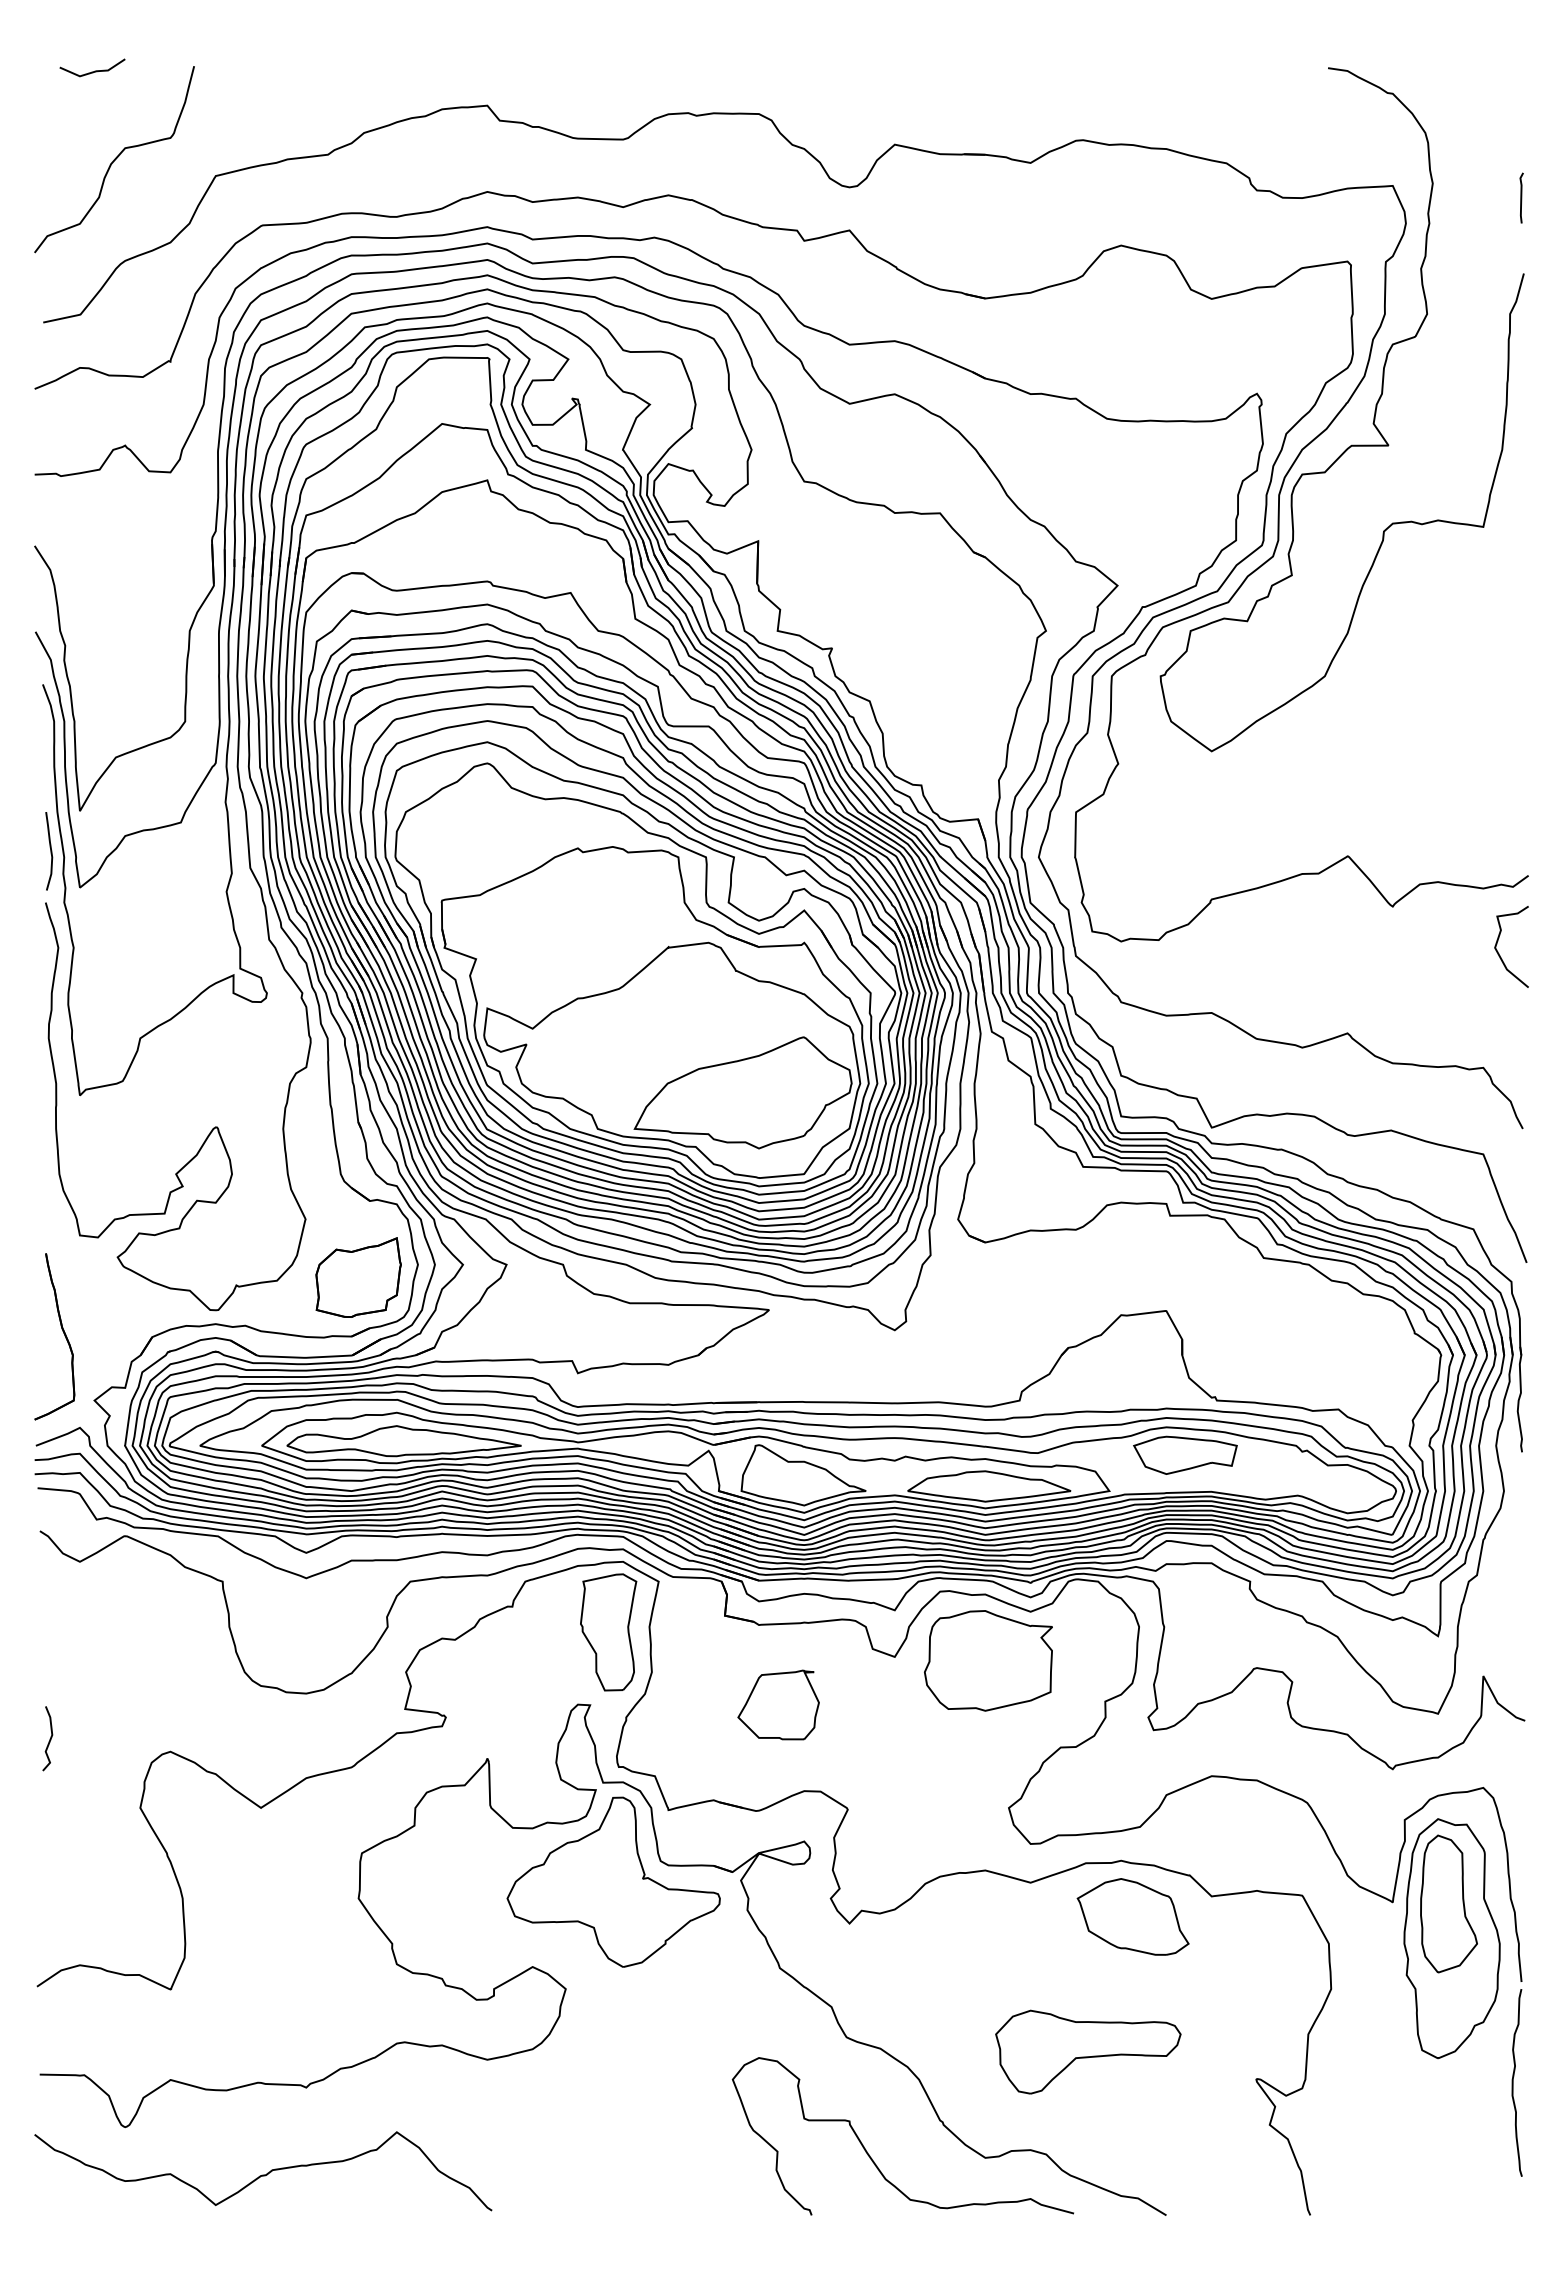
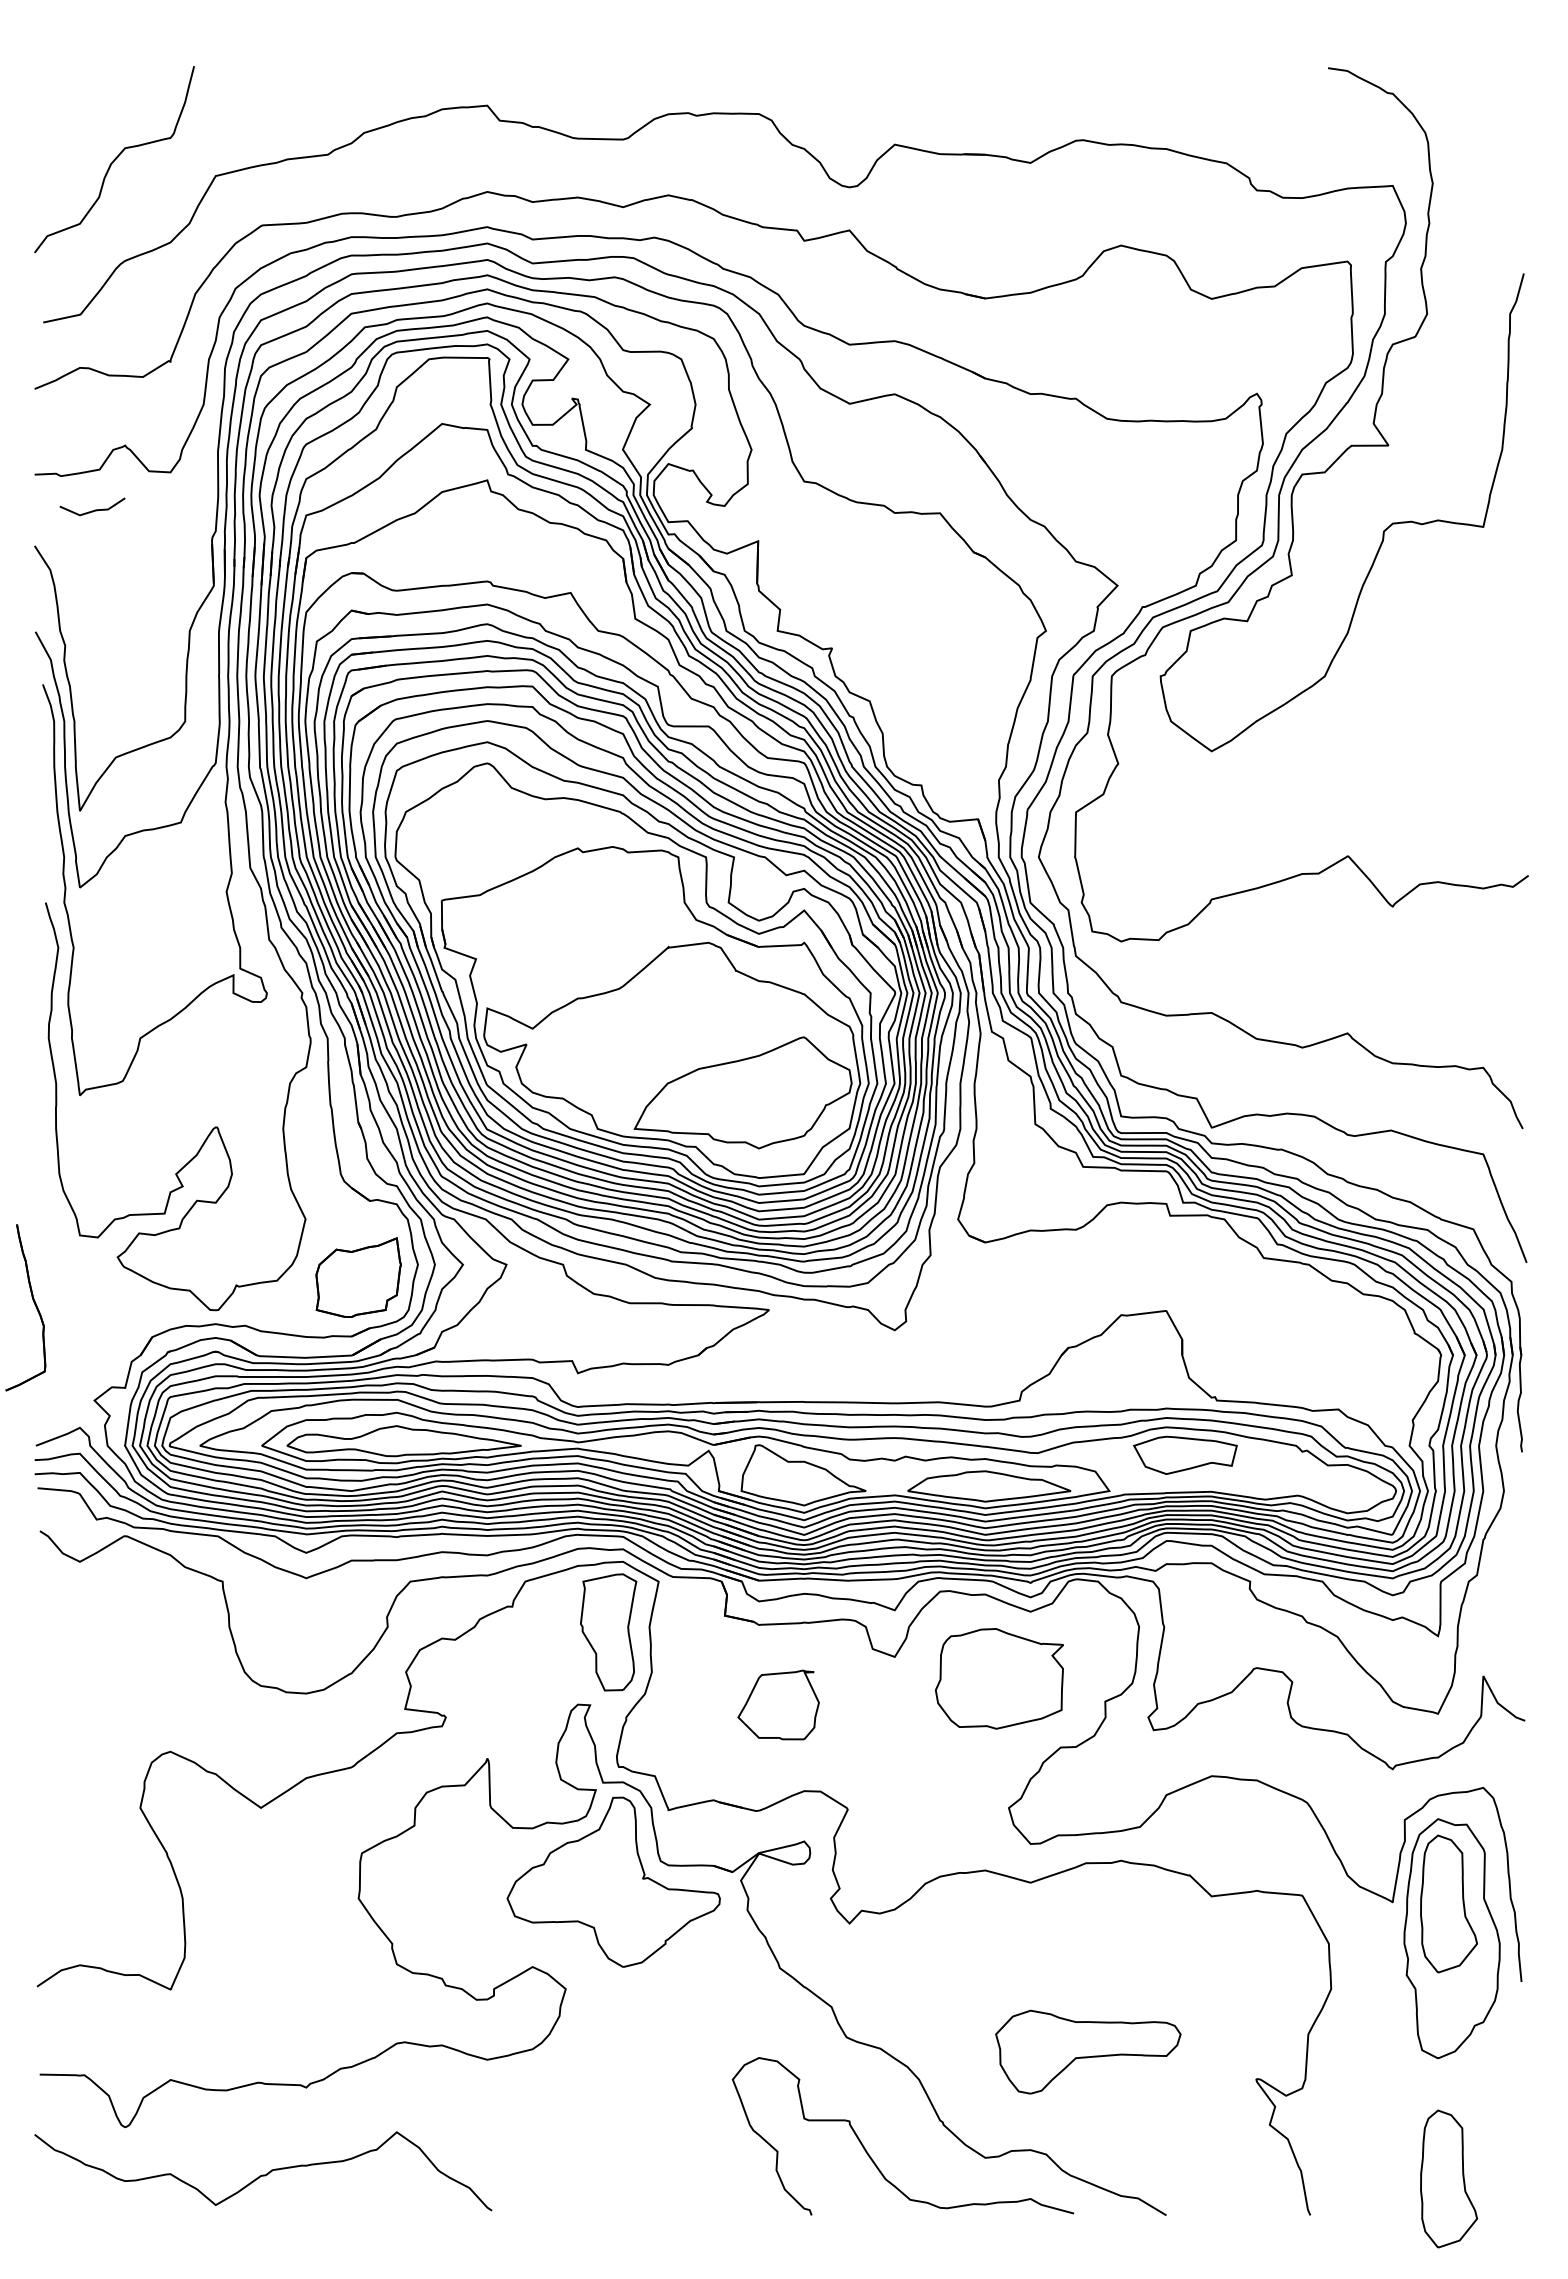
line at (94, 70) position: (94, 70) -> (94, 509)
line at (1521, 197): present -> none
curve at (50, 851): present -> none
curve at (1499, 953): present -> none
part at (62, 1331) position: (62, 1331) -> (33, 1302)
part at (988, 1660) position: (988, 1660) -> (999, 1678)
curve at (49, 1739): present -> none
part at (1132, 1916): present -> none
curve at (1513, 2082): present -> none
part at (1448, 2178): none -> present
